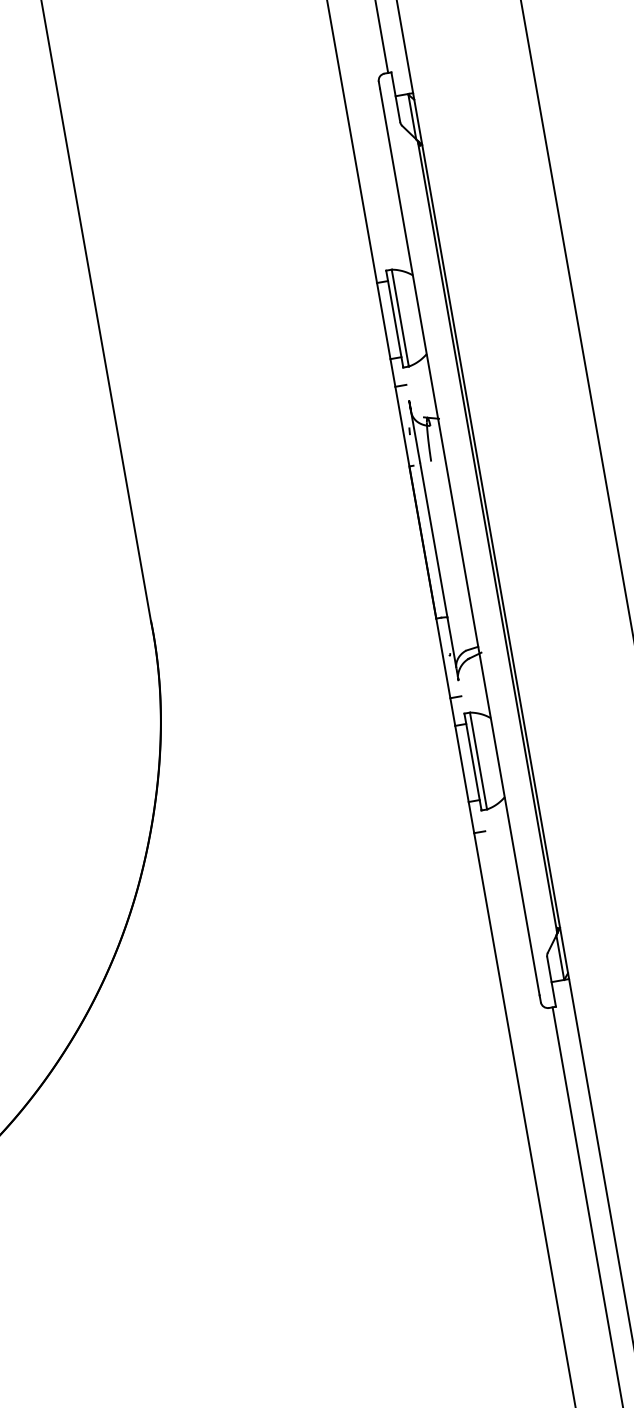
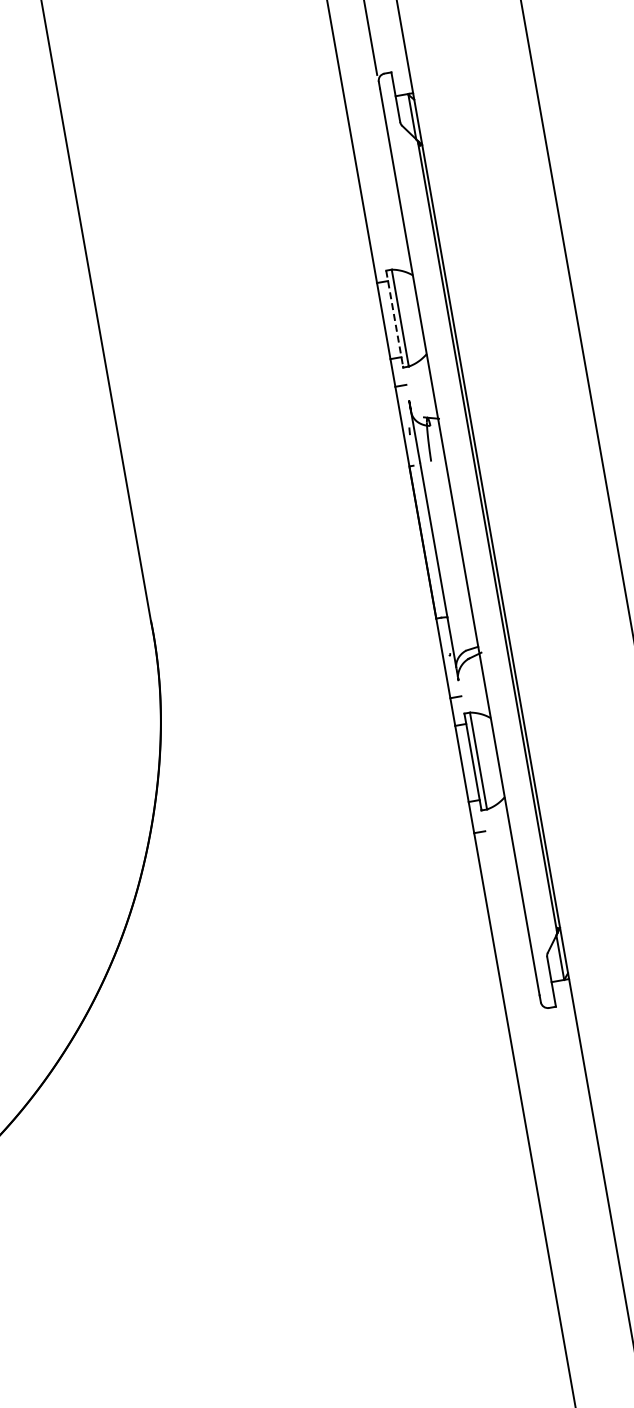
line at (381, 37) position: (381, 37) -> (370, 38)
line at (394, 318): solid -> dashed
line at (587, 1205): present -> none
